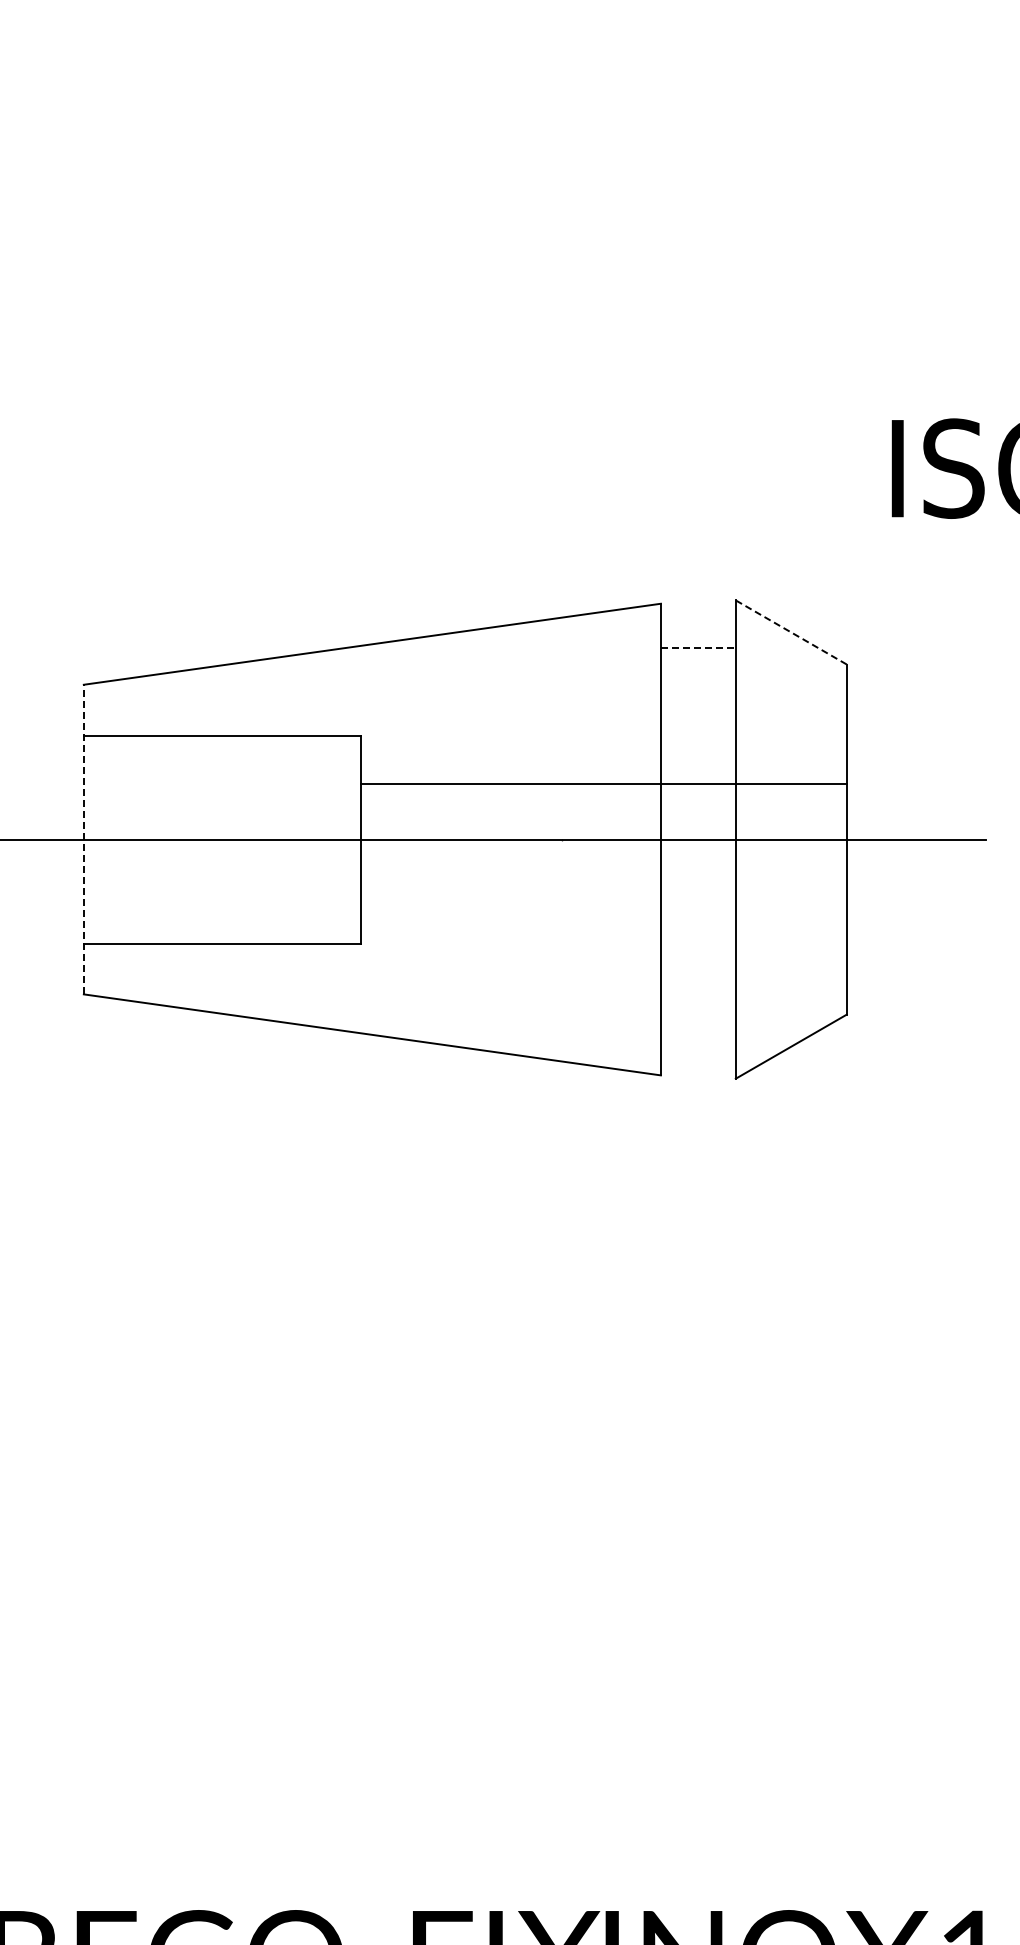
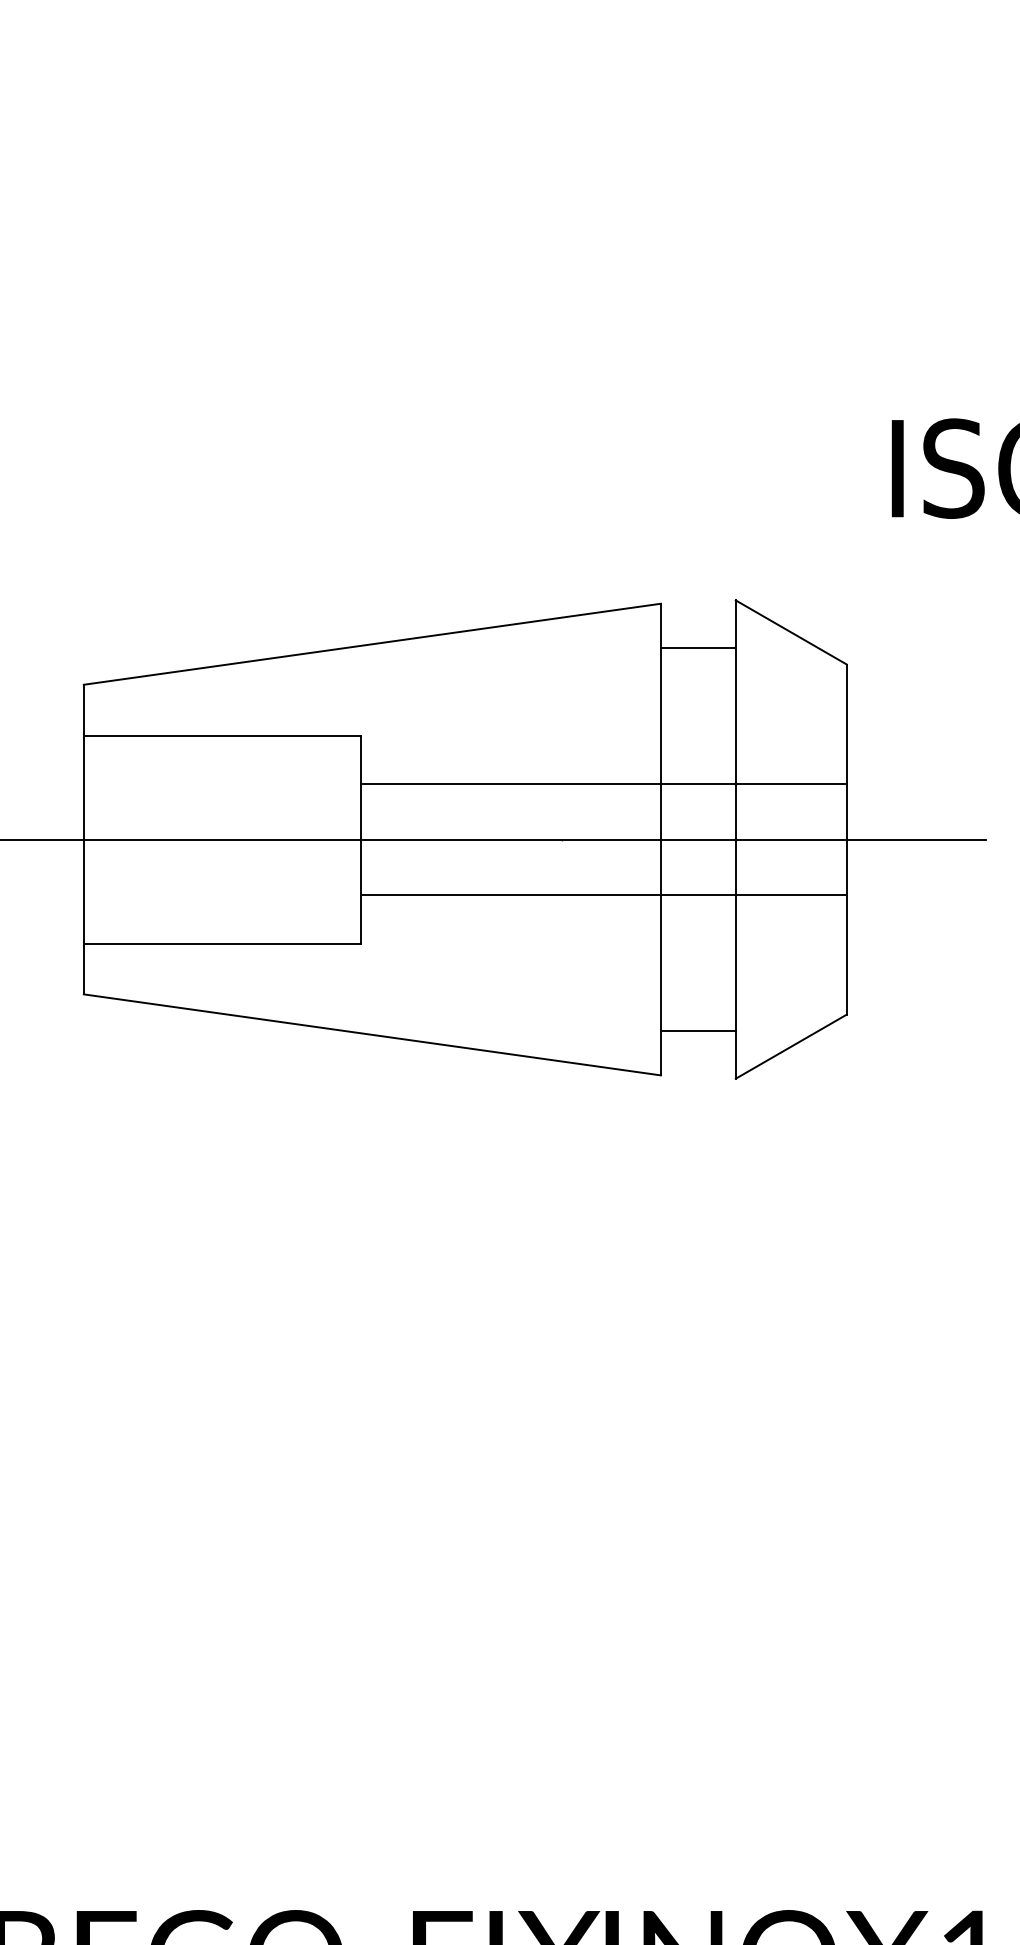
line at (790, 632): dashed -> solid
line at (698, 648): dashed -> solid
line at (83, 839): dashed -> solid
line at (603, 895): none -> present
line at (697, 1031): none -> present
